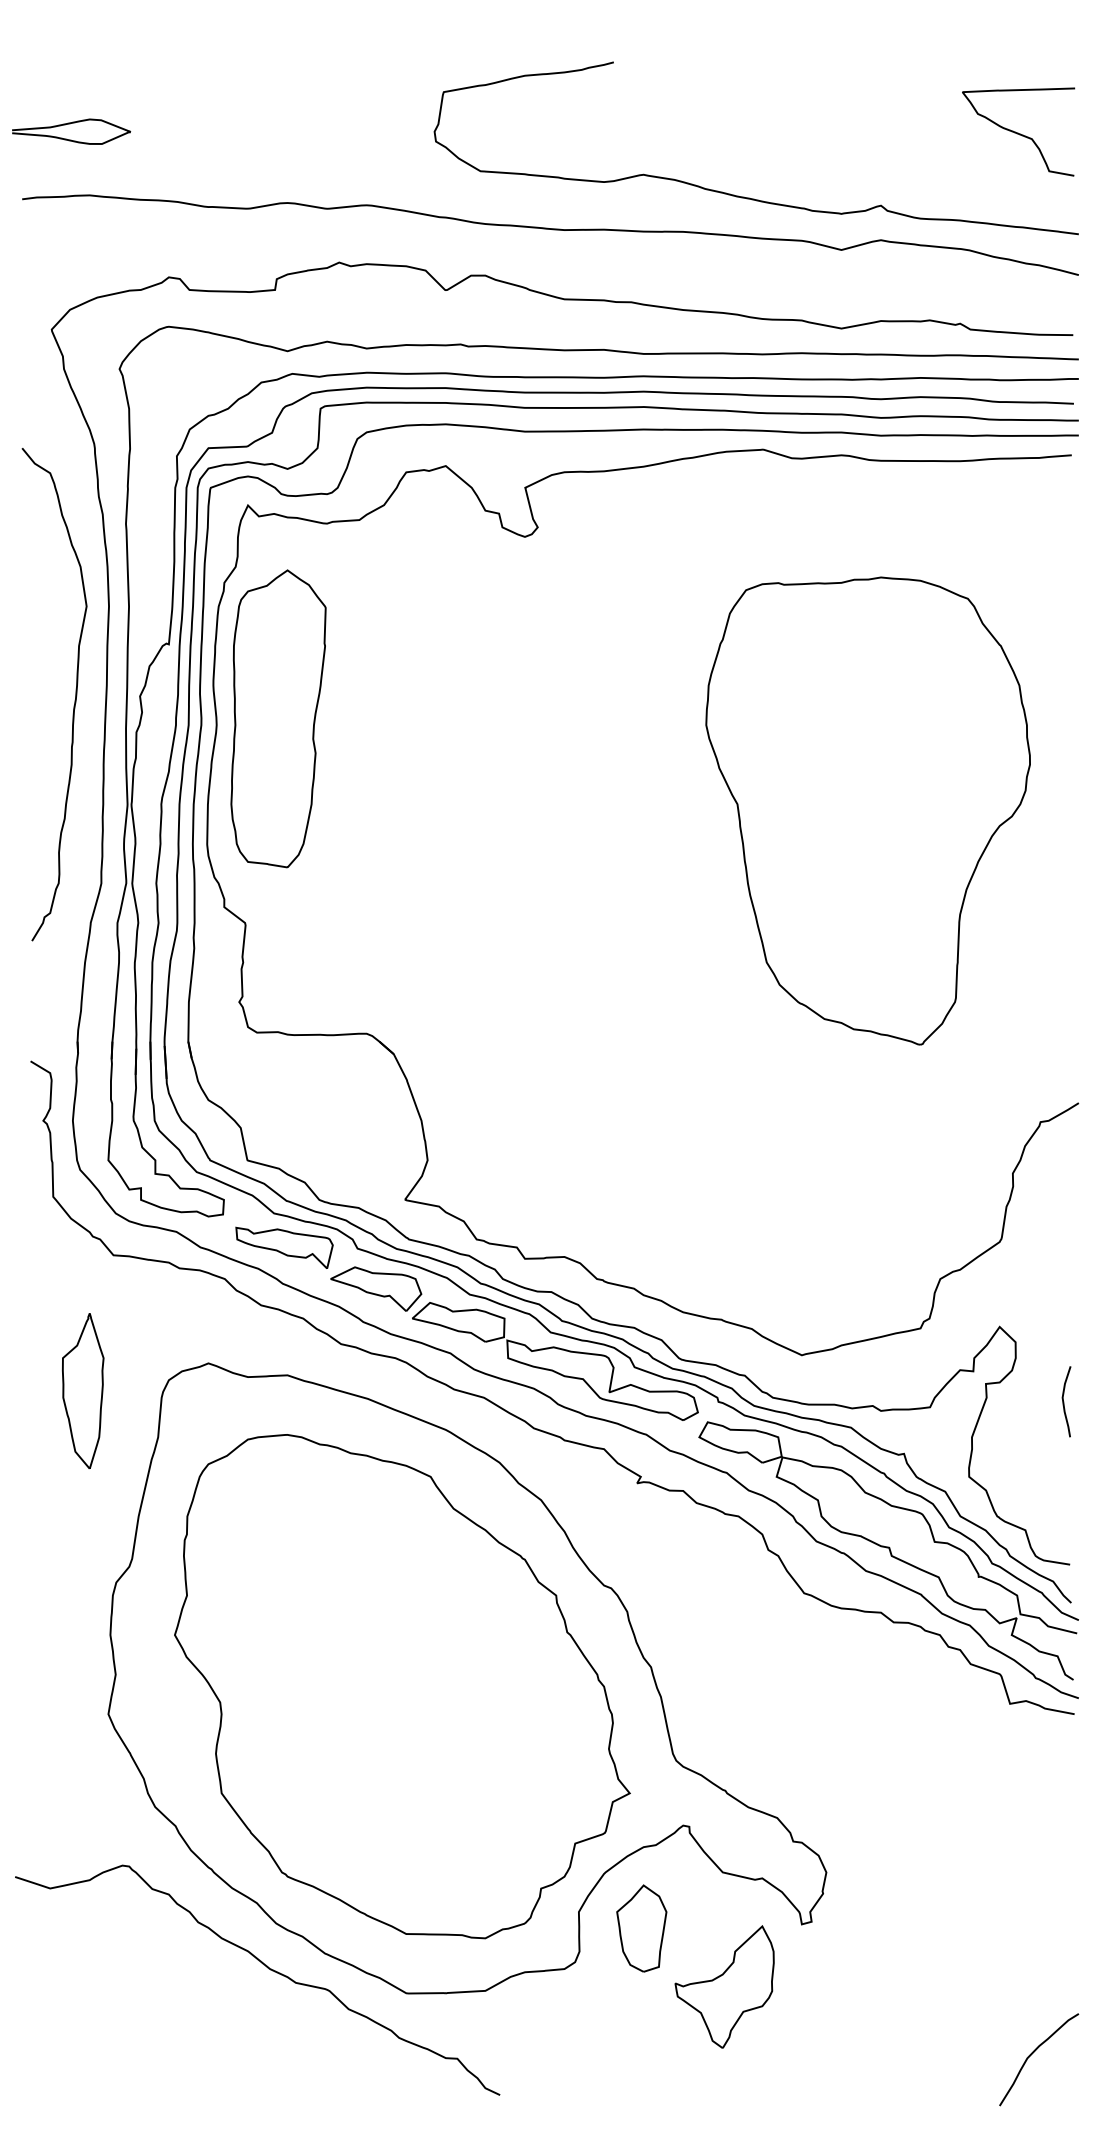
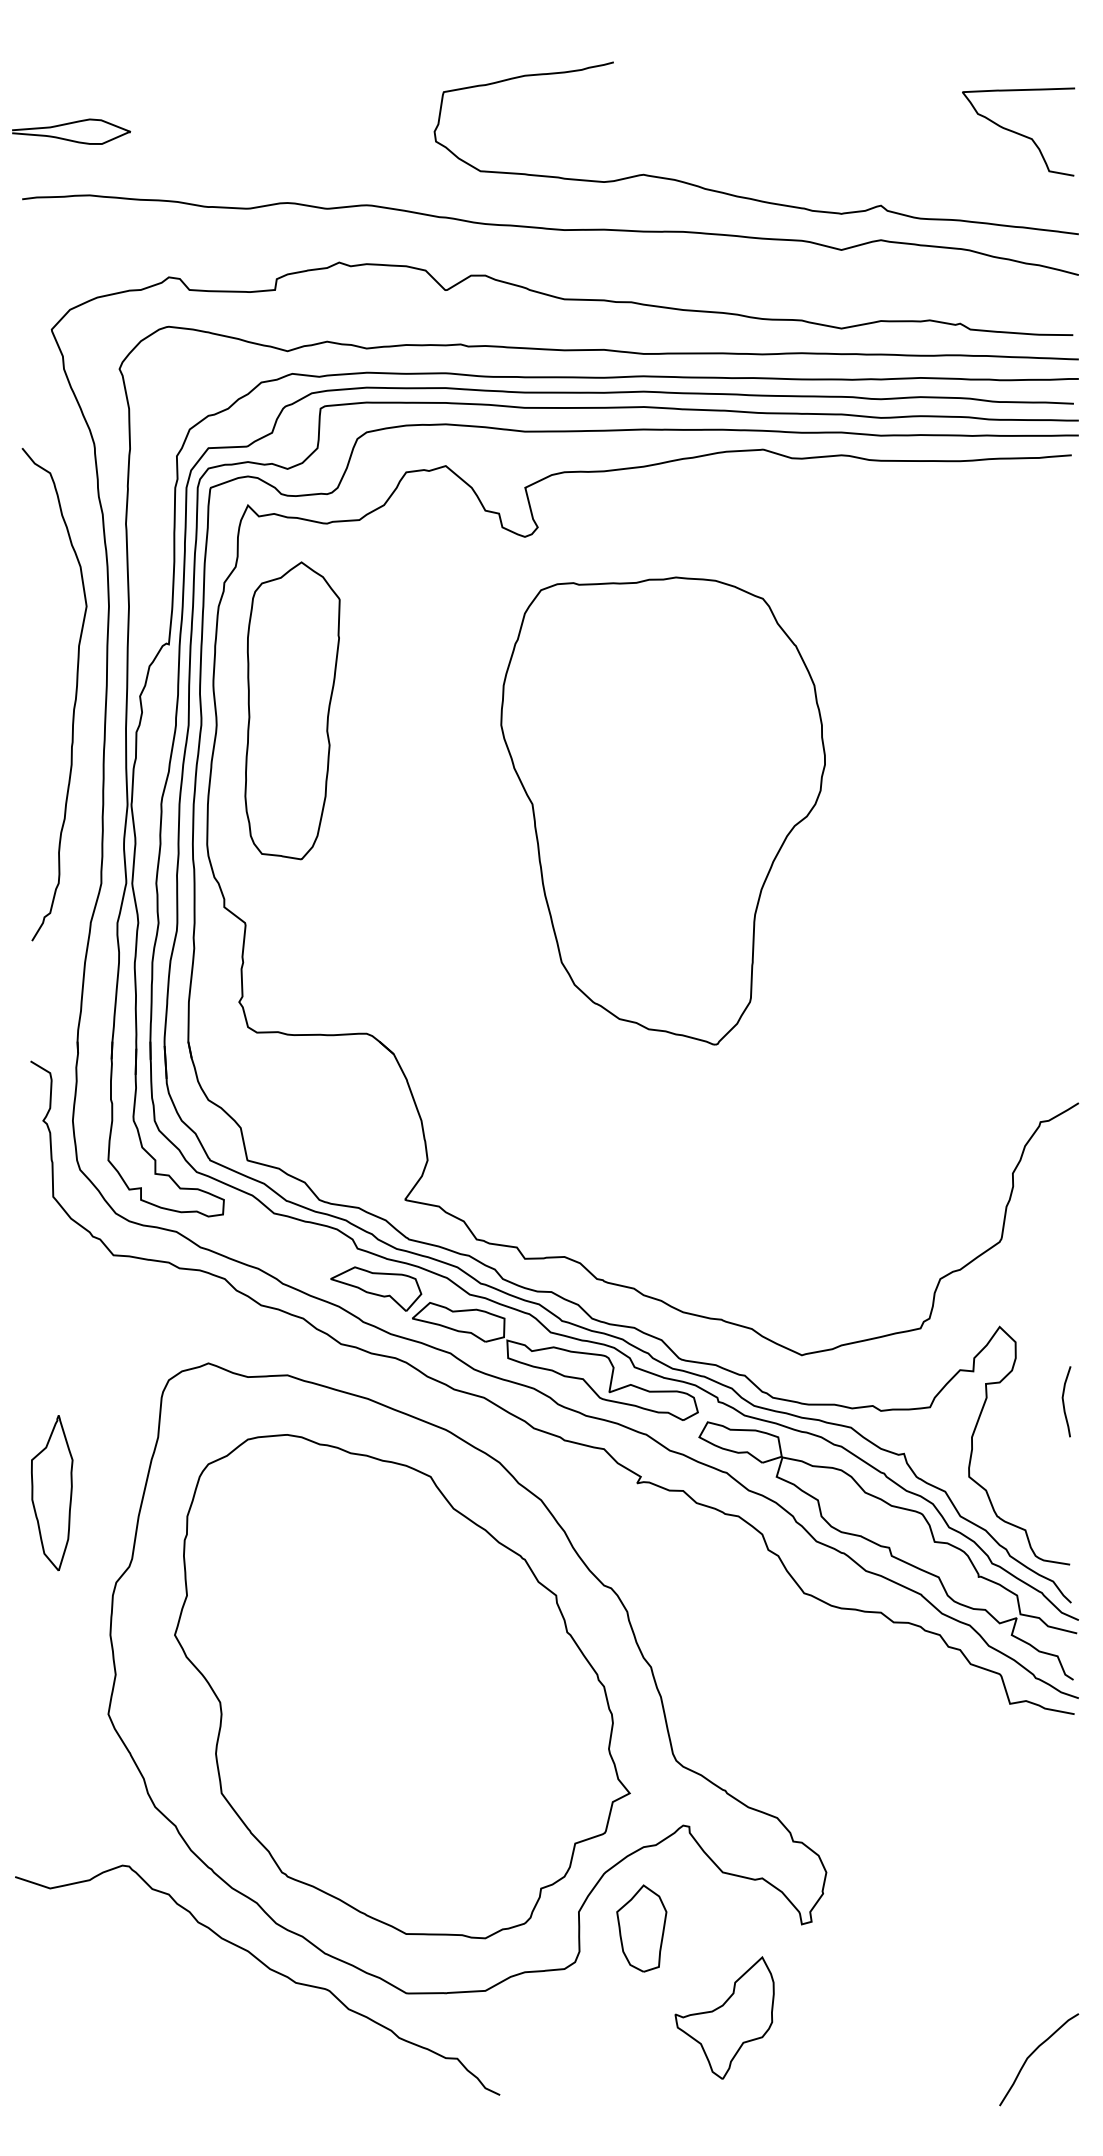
part at (278, 718) position: (278, 718) -> (292, 710)
part at (867, 810) position: (867, 810) -> (662, 810)
part at (284, 1247): present -> none
part at (83, 1391) position: (83, 1391) -> (52, 1493)
part at (724, 1986) position: (724, 1986) -> (724, 2017)
